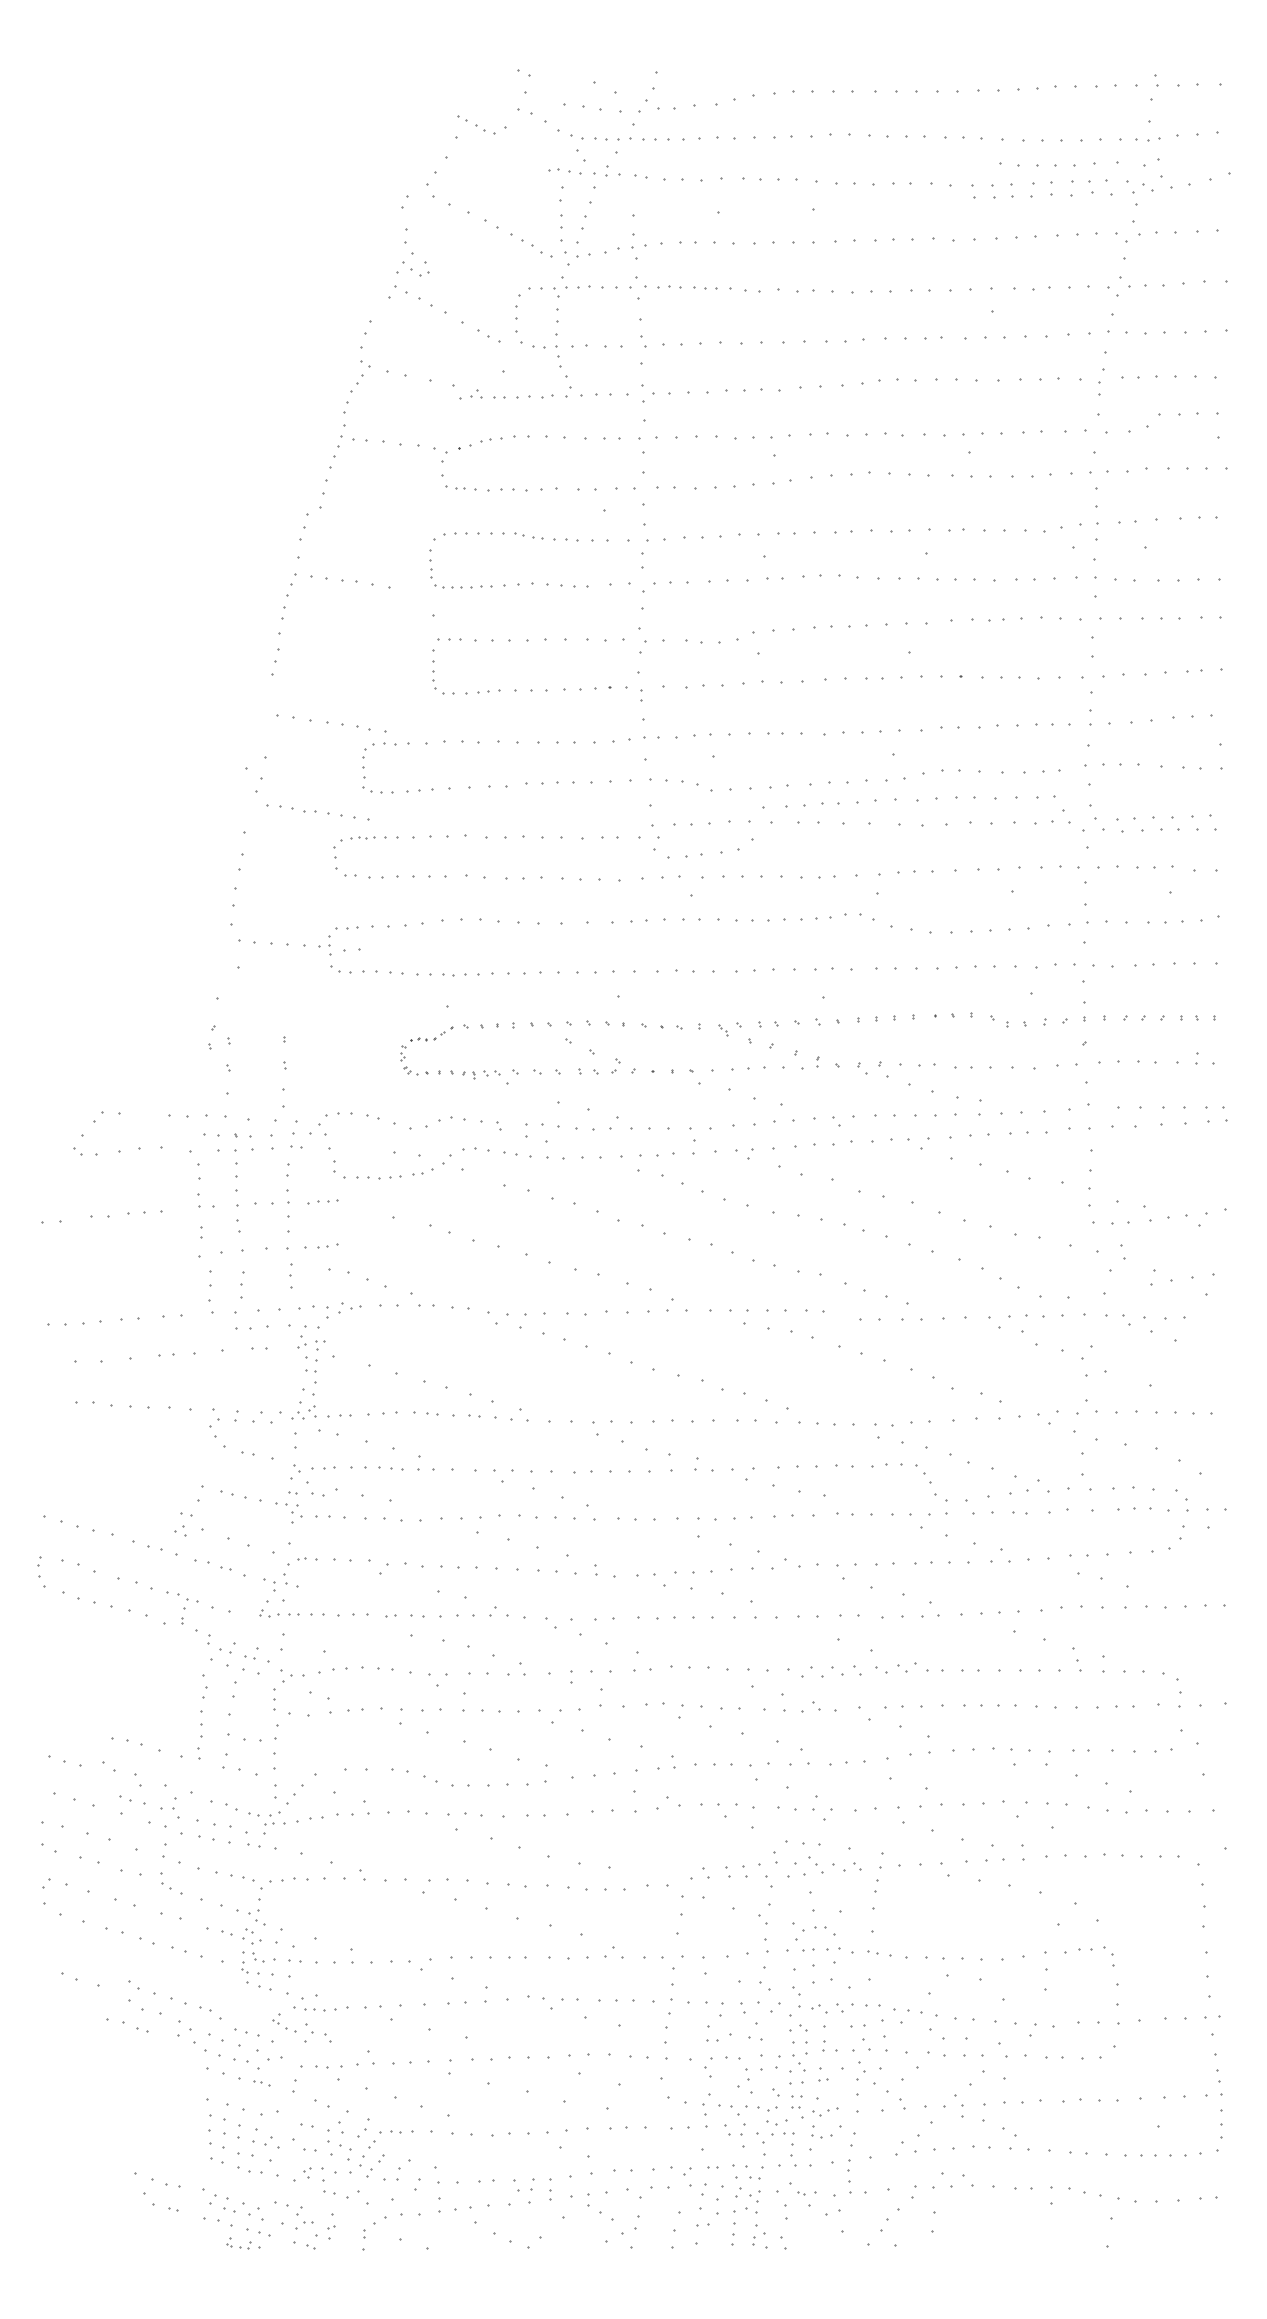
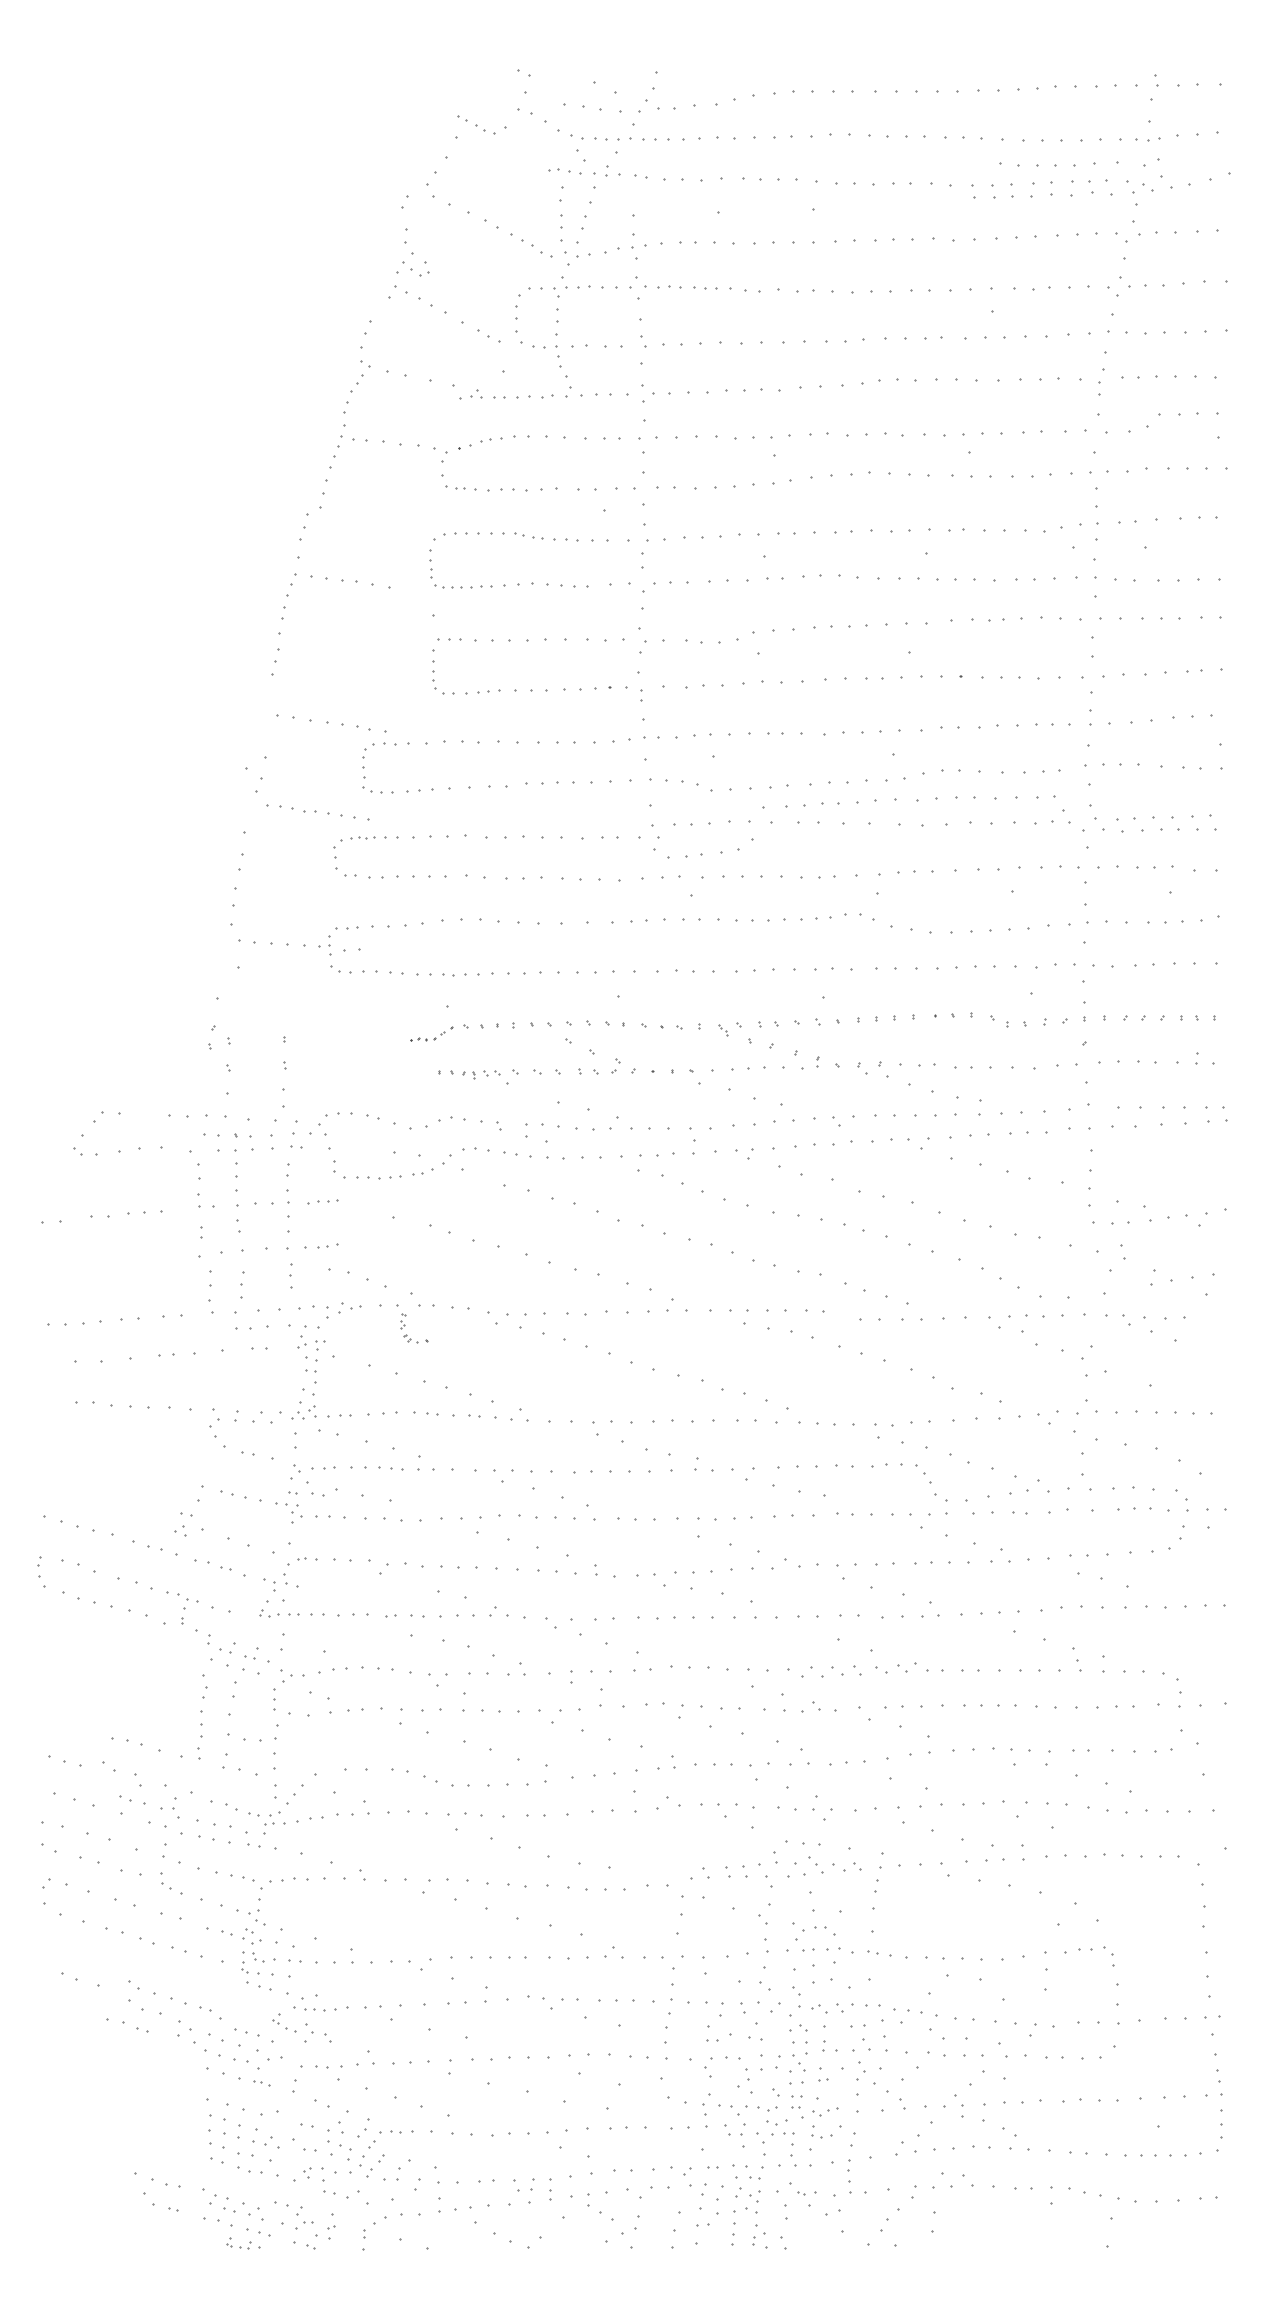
part at (405, 1057) position: (405, 1057) -> (405, 1325)
